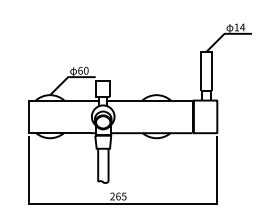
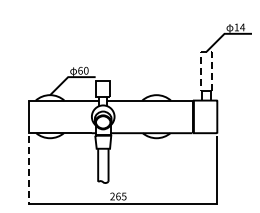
line at (206, 51): solid -> dashed
line at (28, 170): solid -> dashed
